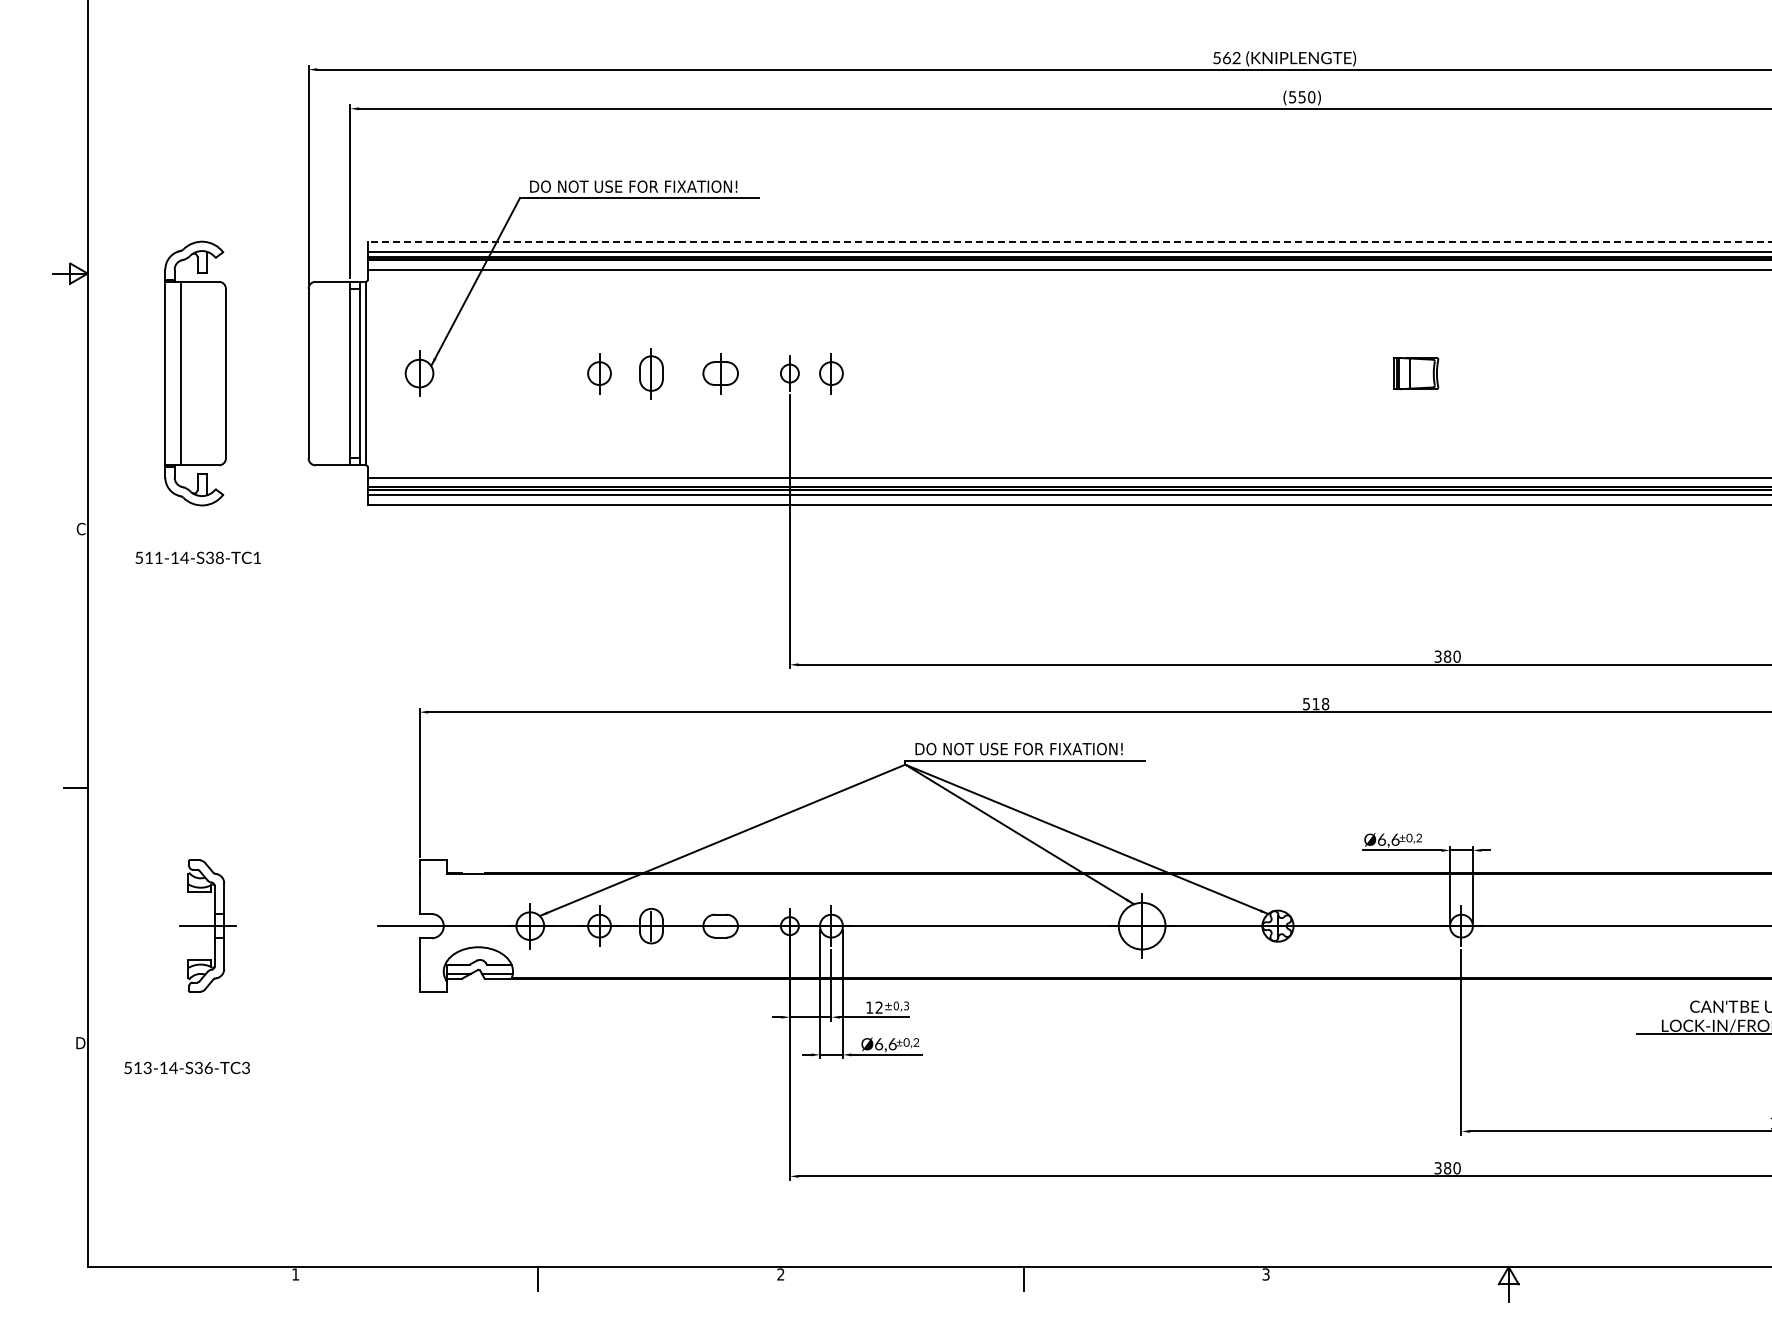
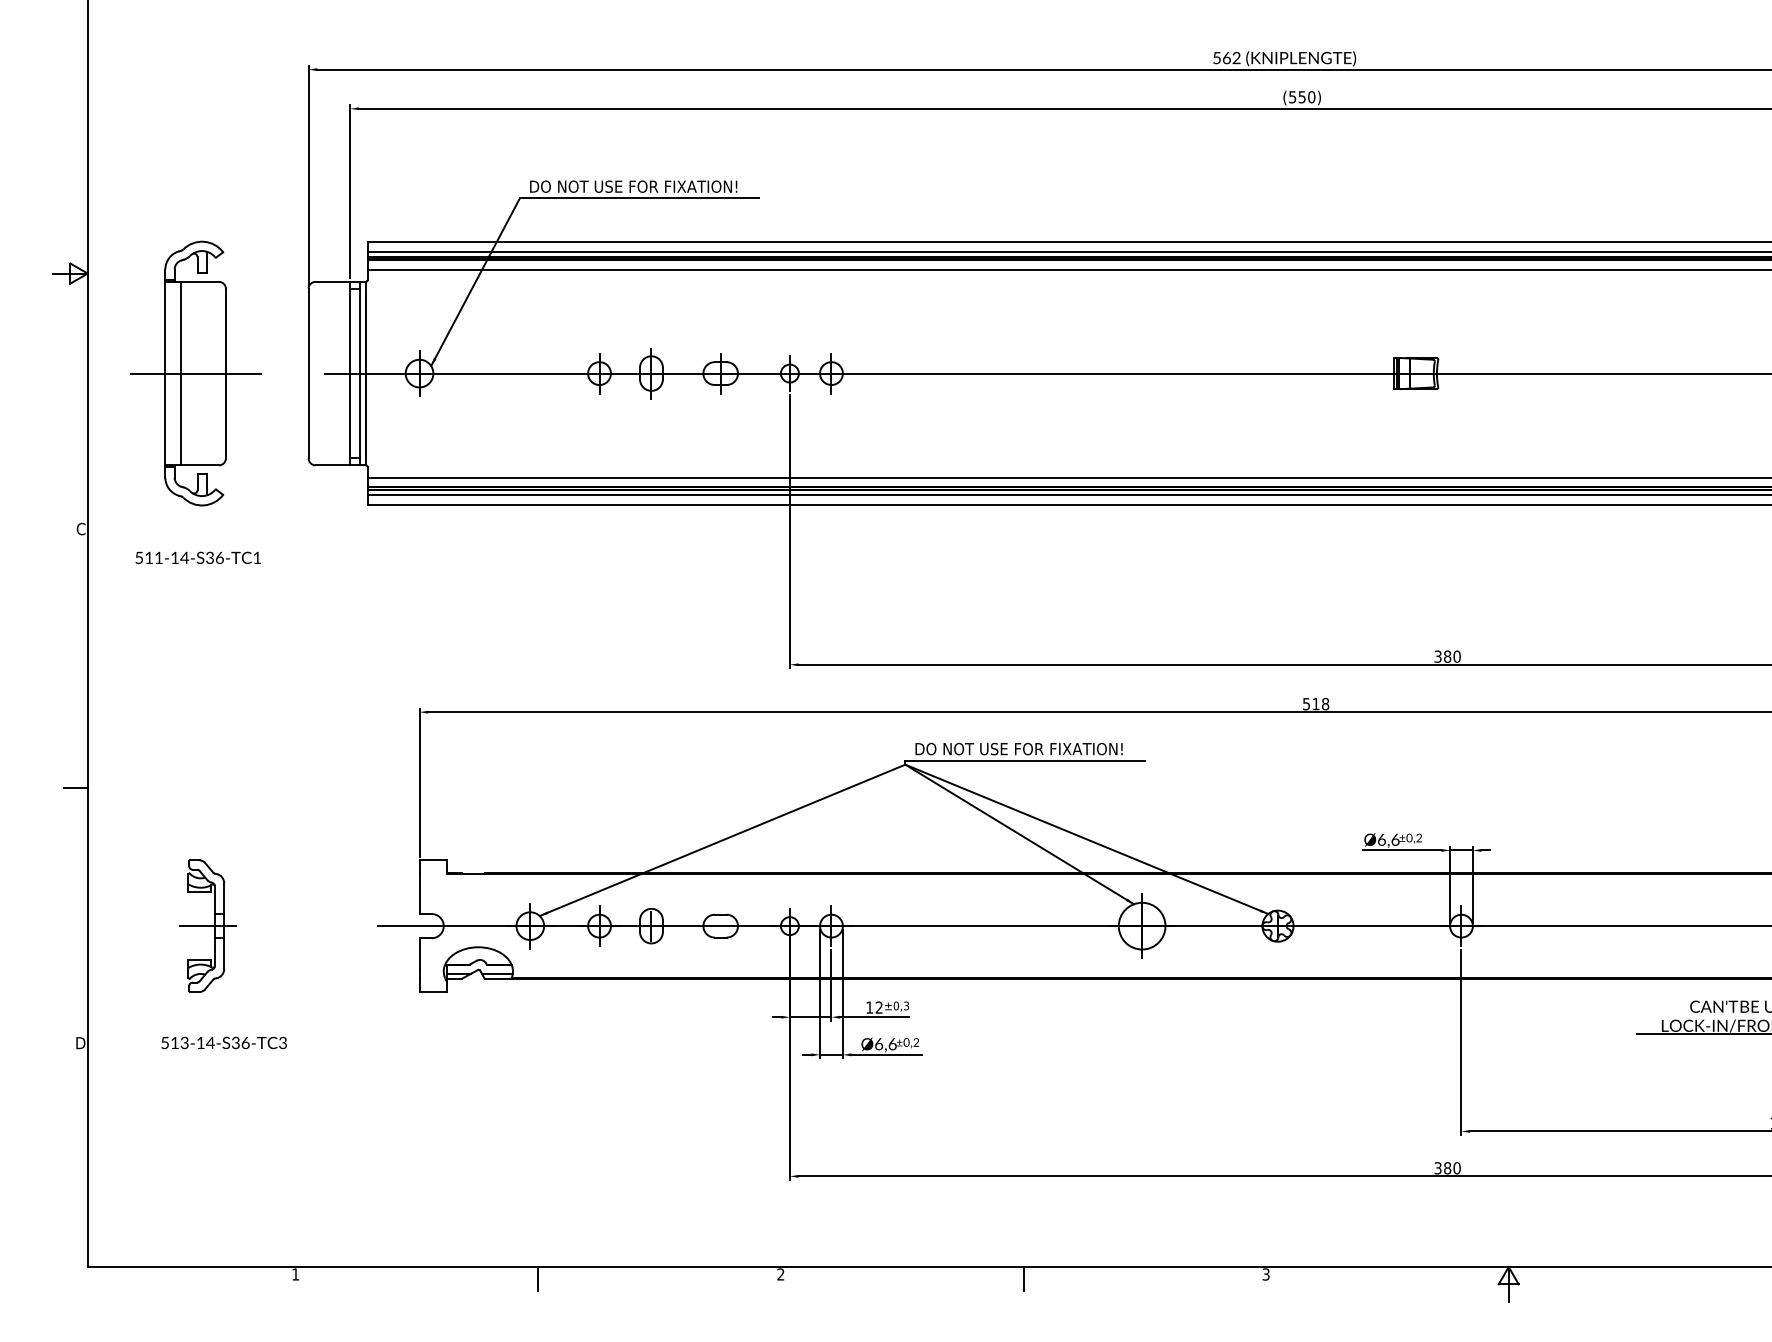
line at (1069, 241): dashed -> solid
line at (195, 373): none -> present
line at (1046, 373): none -> present
text at (219, 557): 511-14-S38-TC1 -> 511-14-S36-TC1
text at (186, 1067) position: (186, 1067) -> (223, 1042)
